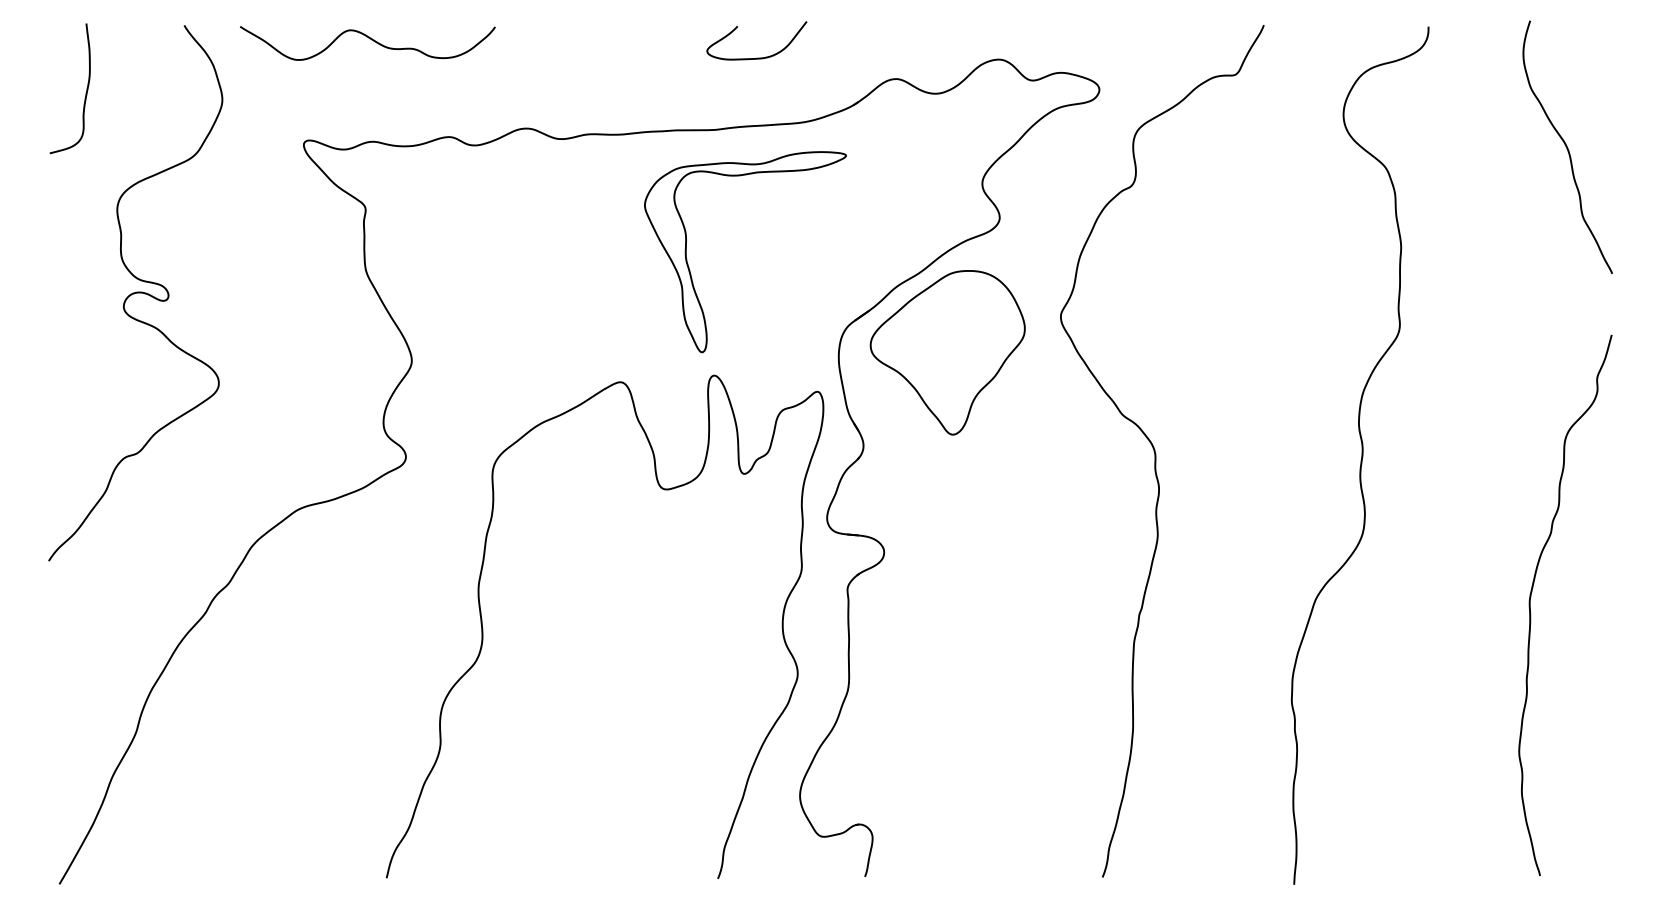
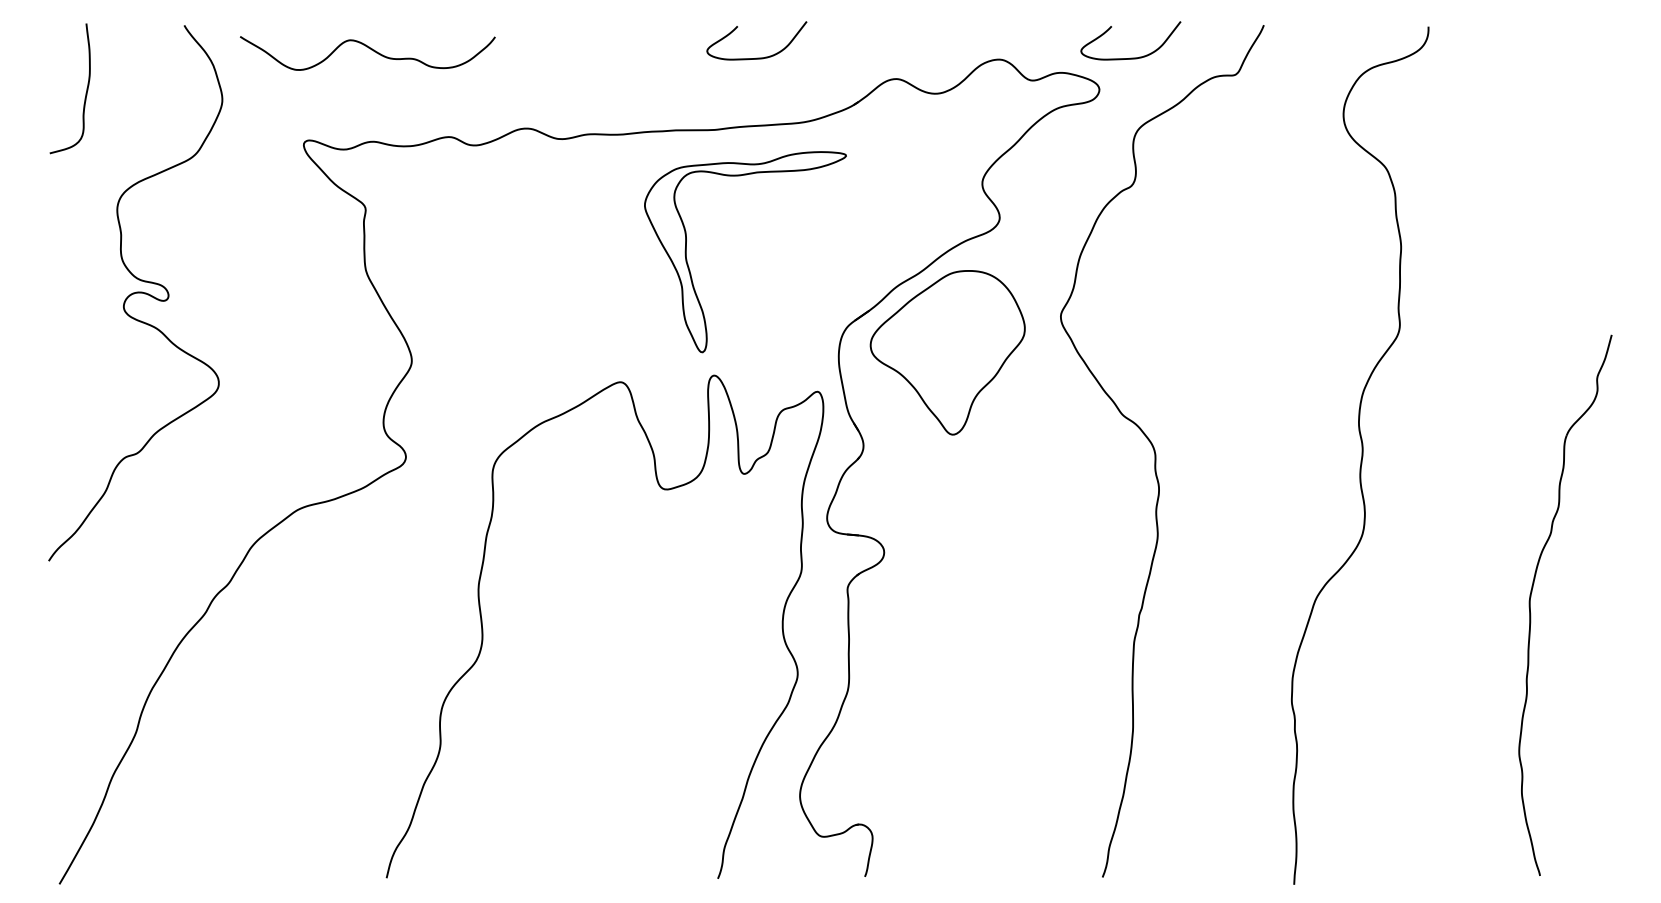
curve at (370, 39) position: (370, 39) -> (370, 49)
curve at (1130, 57): none -> present
curve at (1567, 146): present -> none
